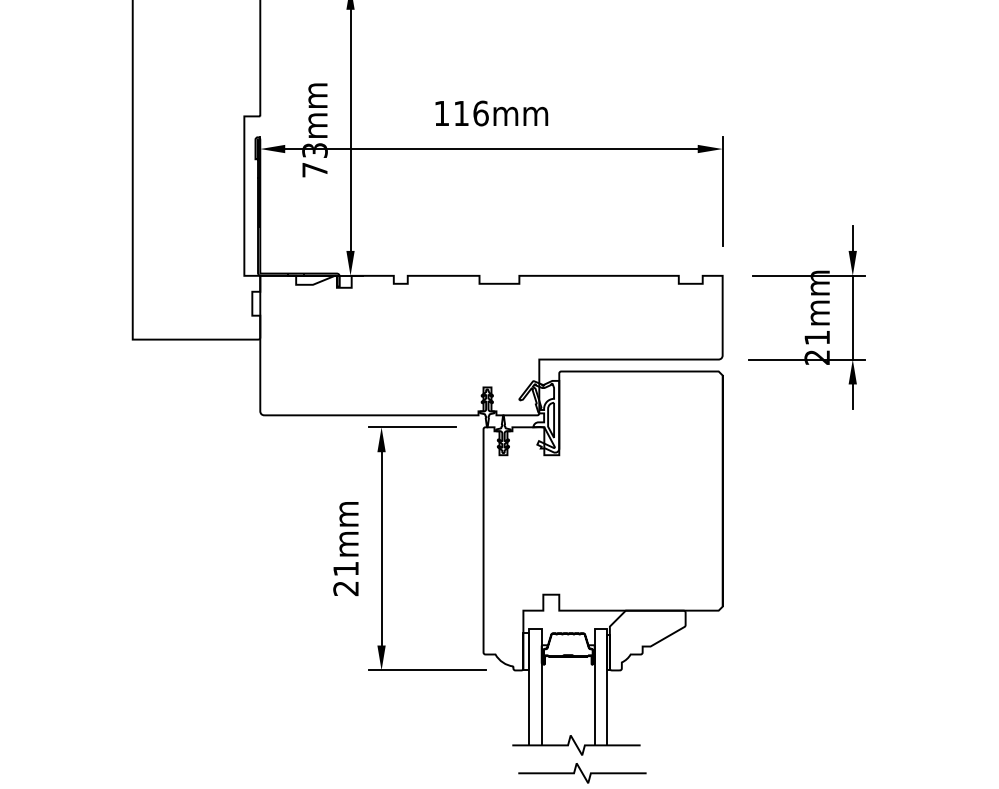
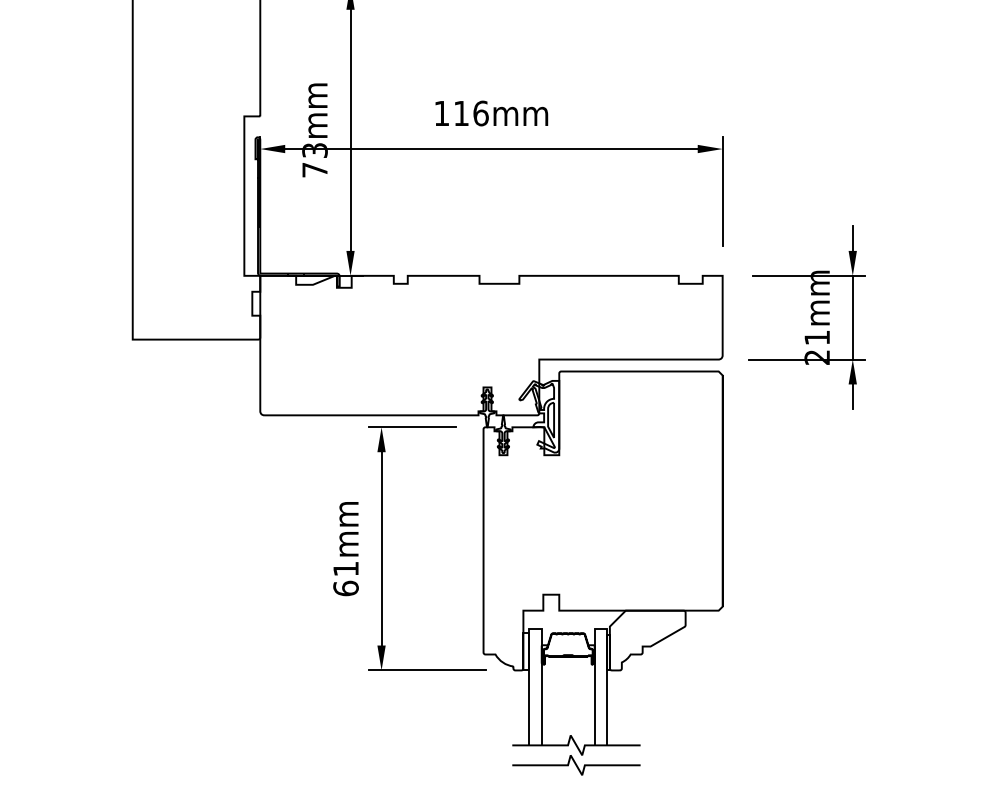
text at (345, 588): 21mm -> 61mm
curve at (582, 773) position: (582, 773) -> (576, 765)
